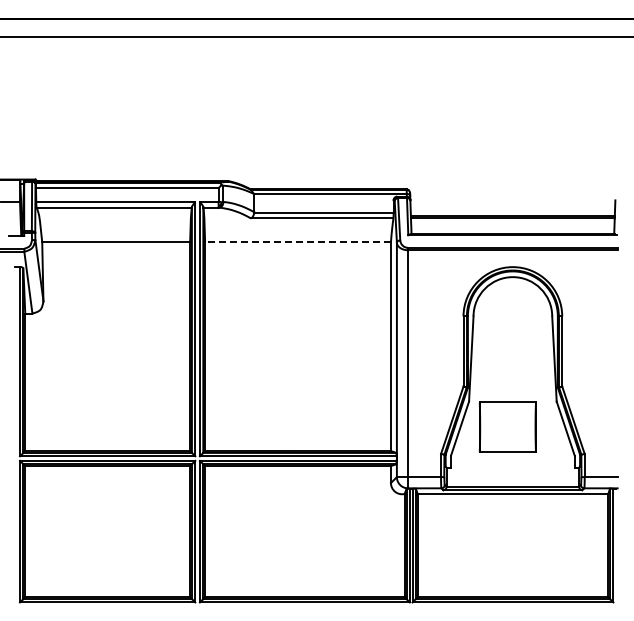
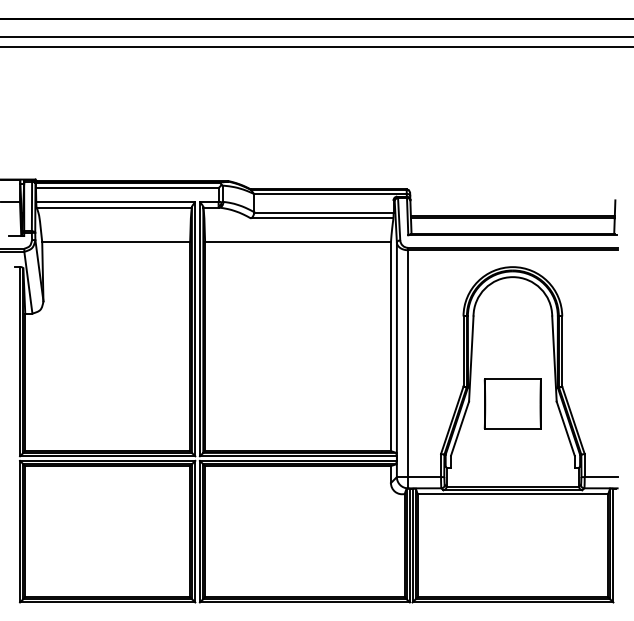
line at (316, 47): none -> present
line at (298, 242): dashed -> solid
part at (507, 426) position: (507, 426) -> (512, 403)
